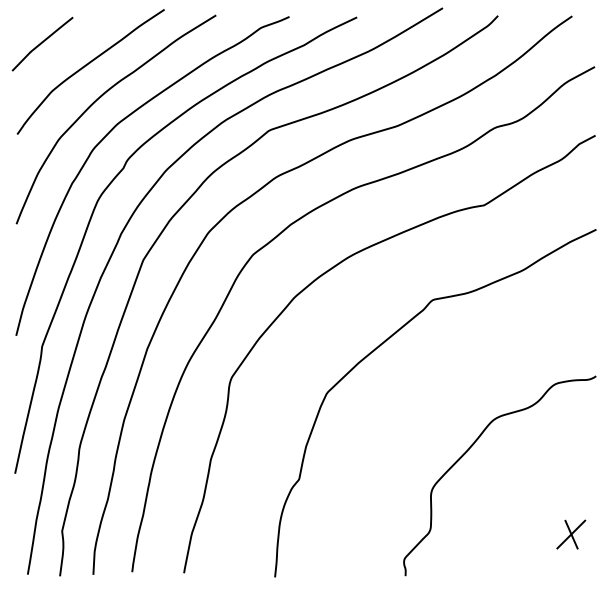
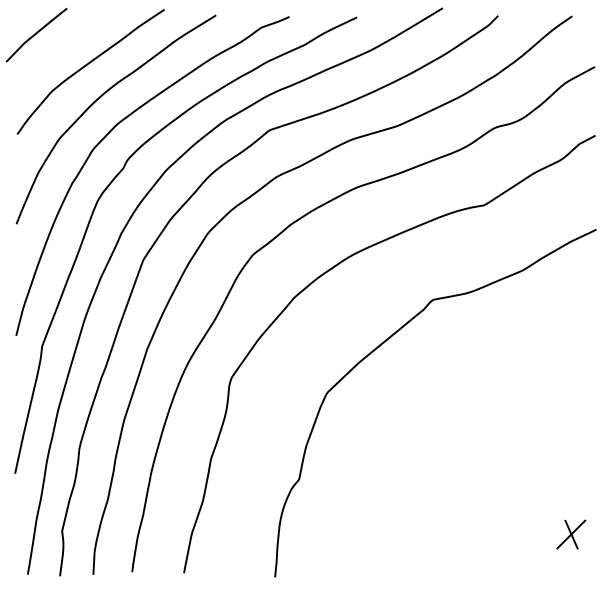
curve at (42, 43) position: (42, 43) -> (36, 34)
curve at (467, 452): present -> none
